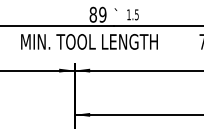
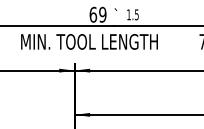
text at (93, 14): 89 -> 69
